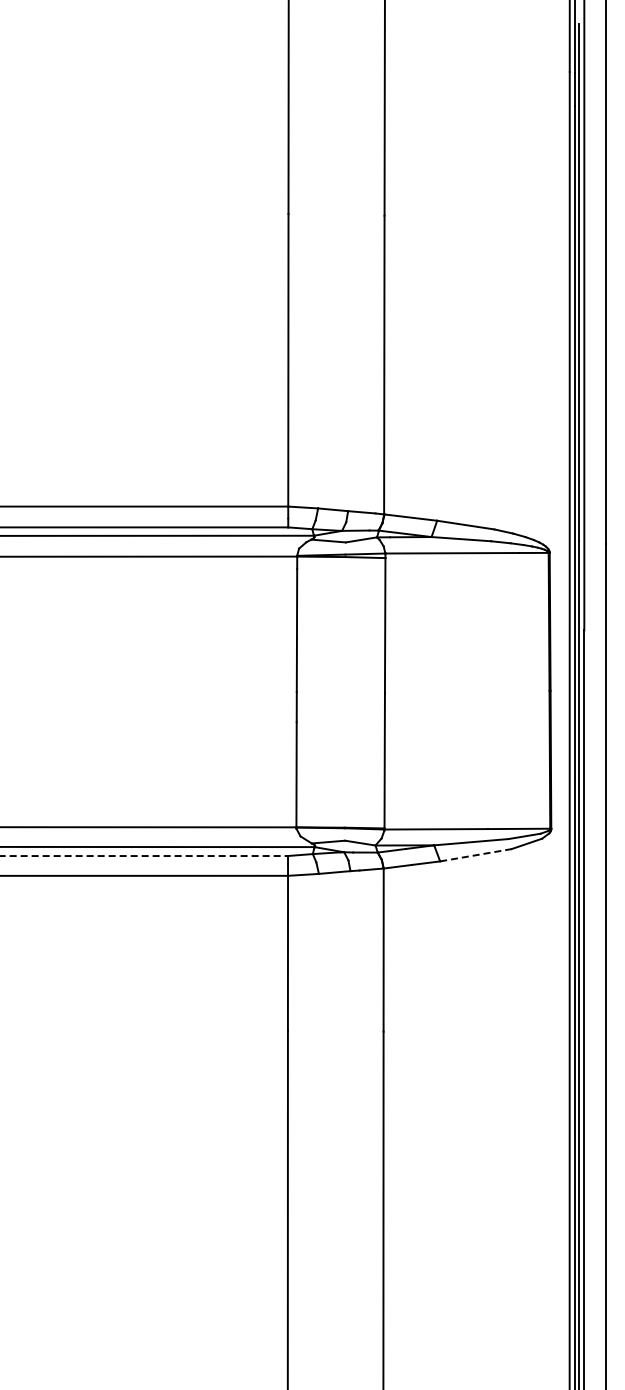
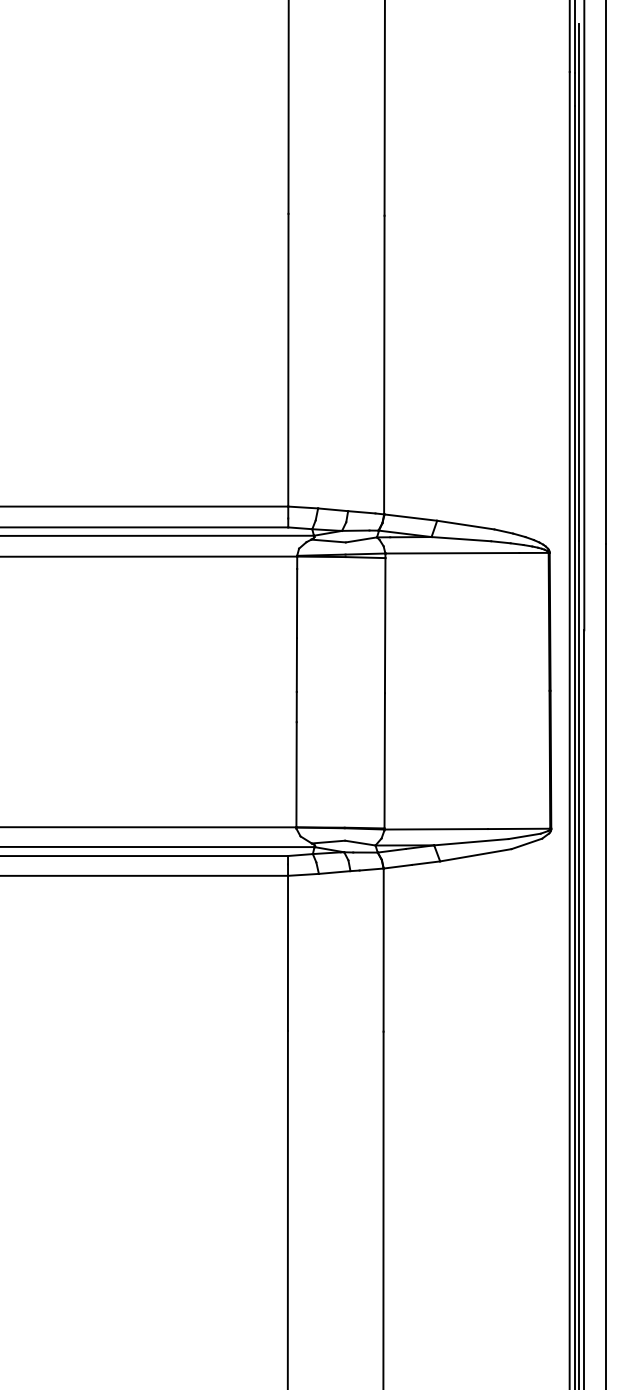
line at (476, 855): dashed -> solid
line at (144, 856): dashed -> solid
